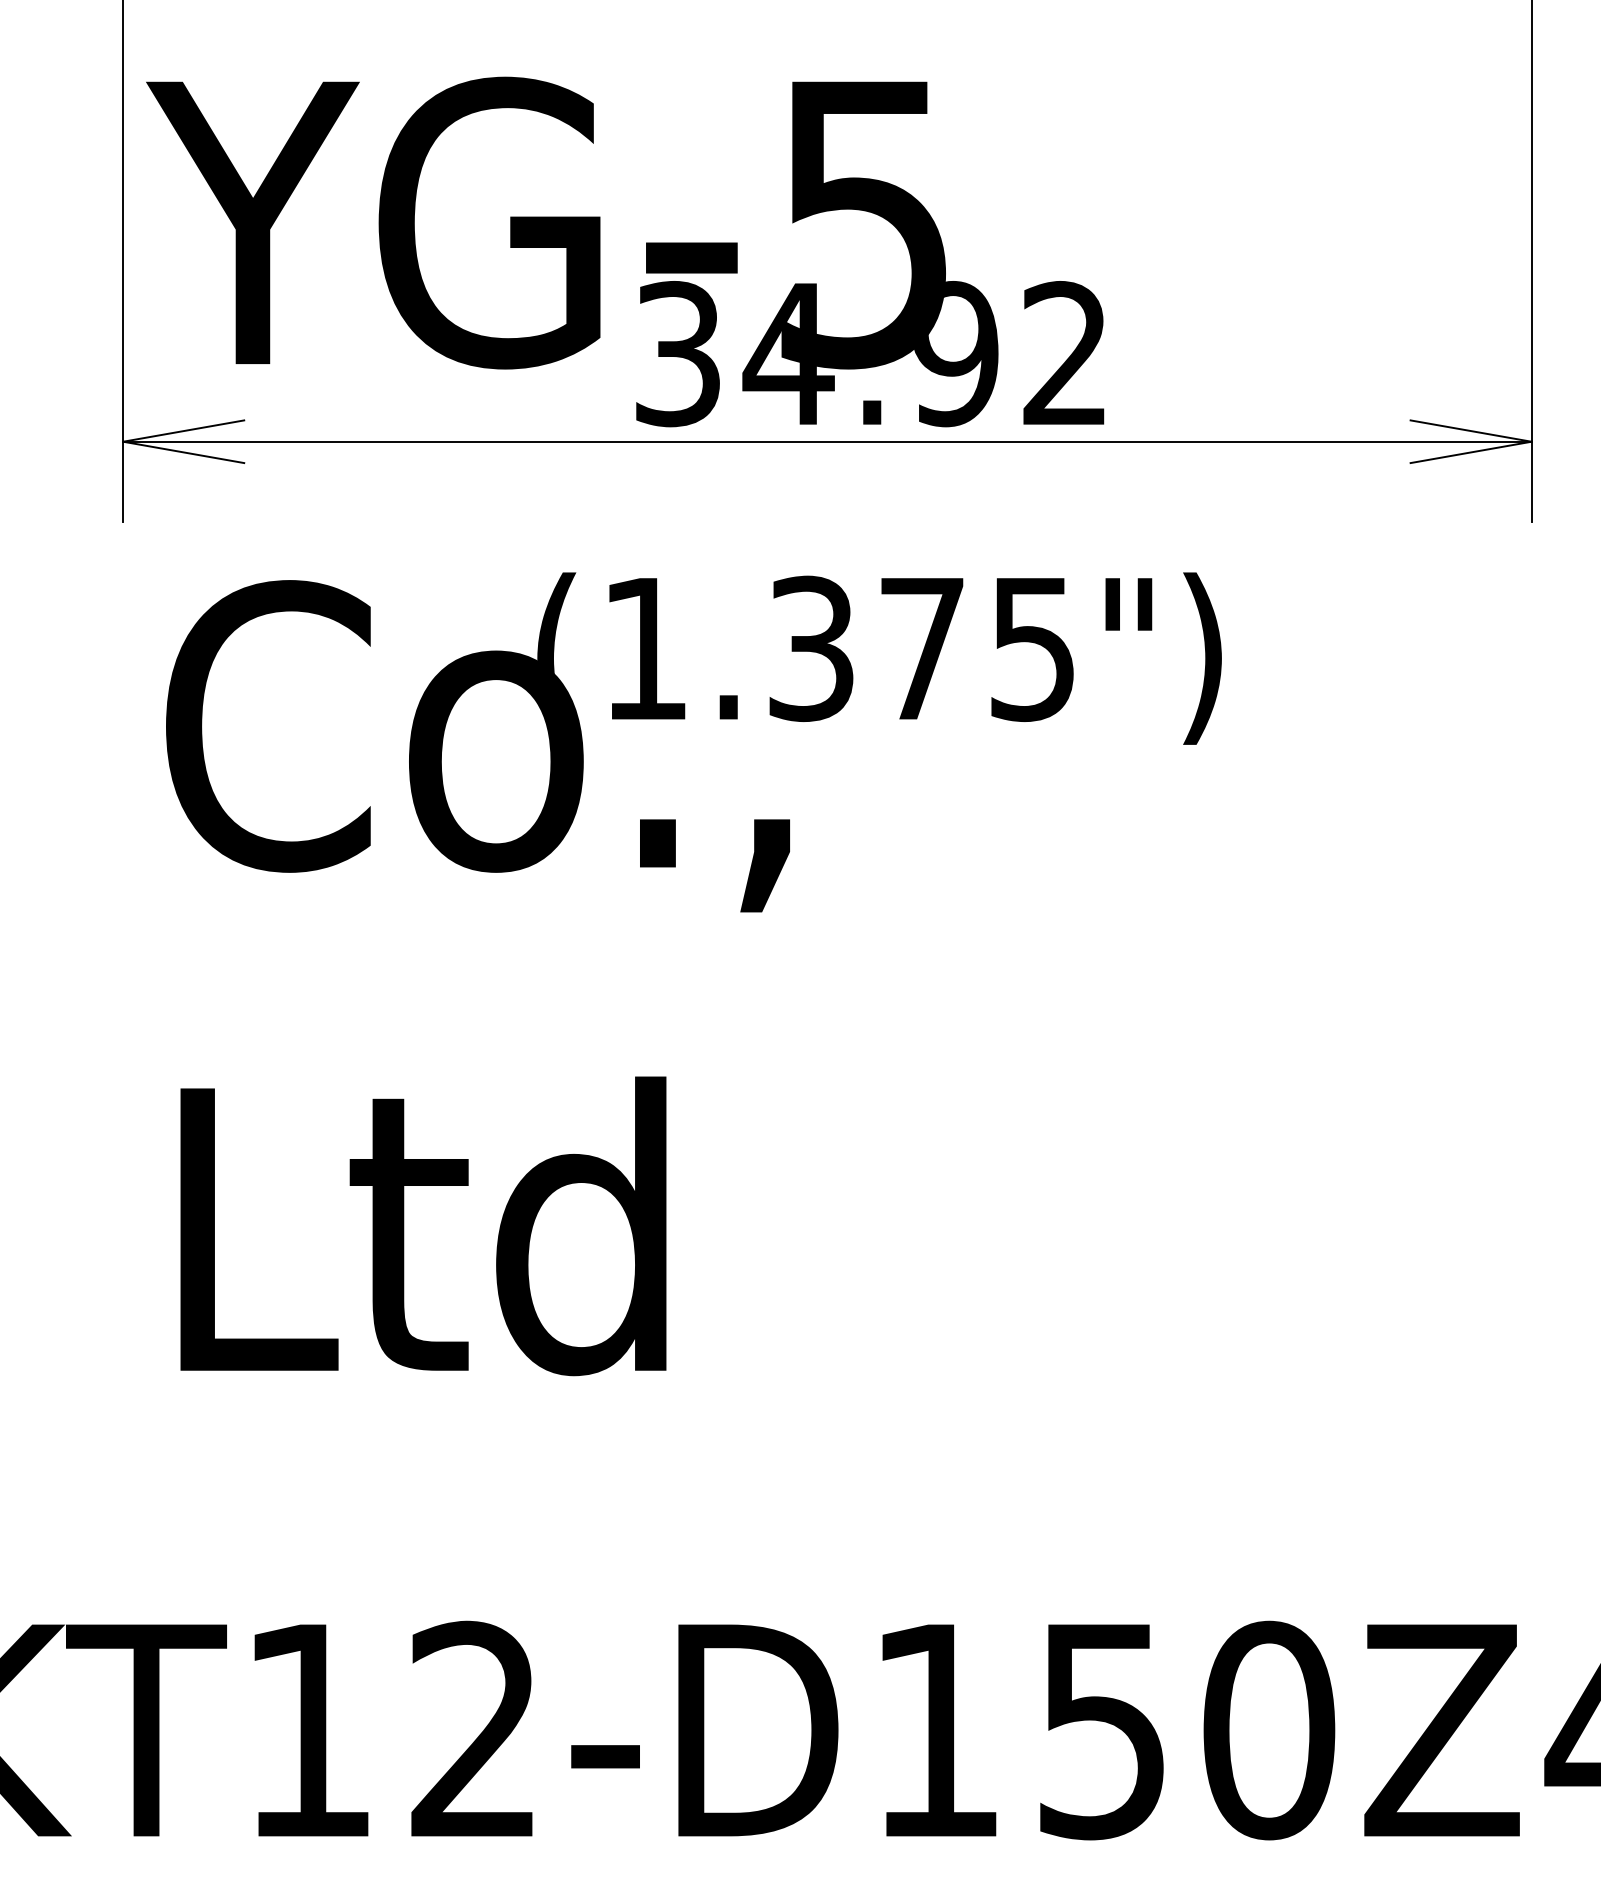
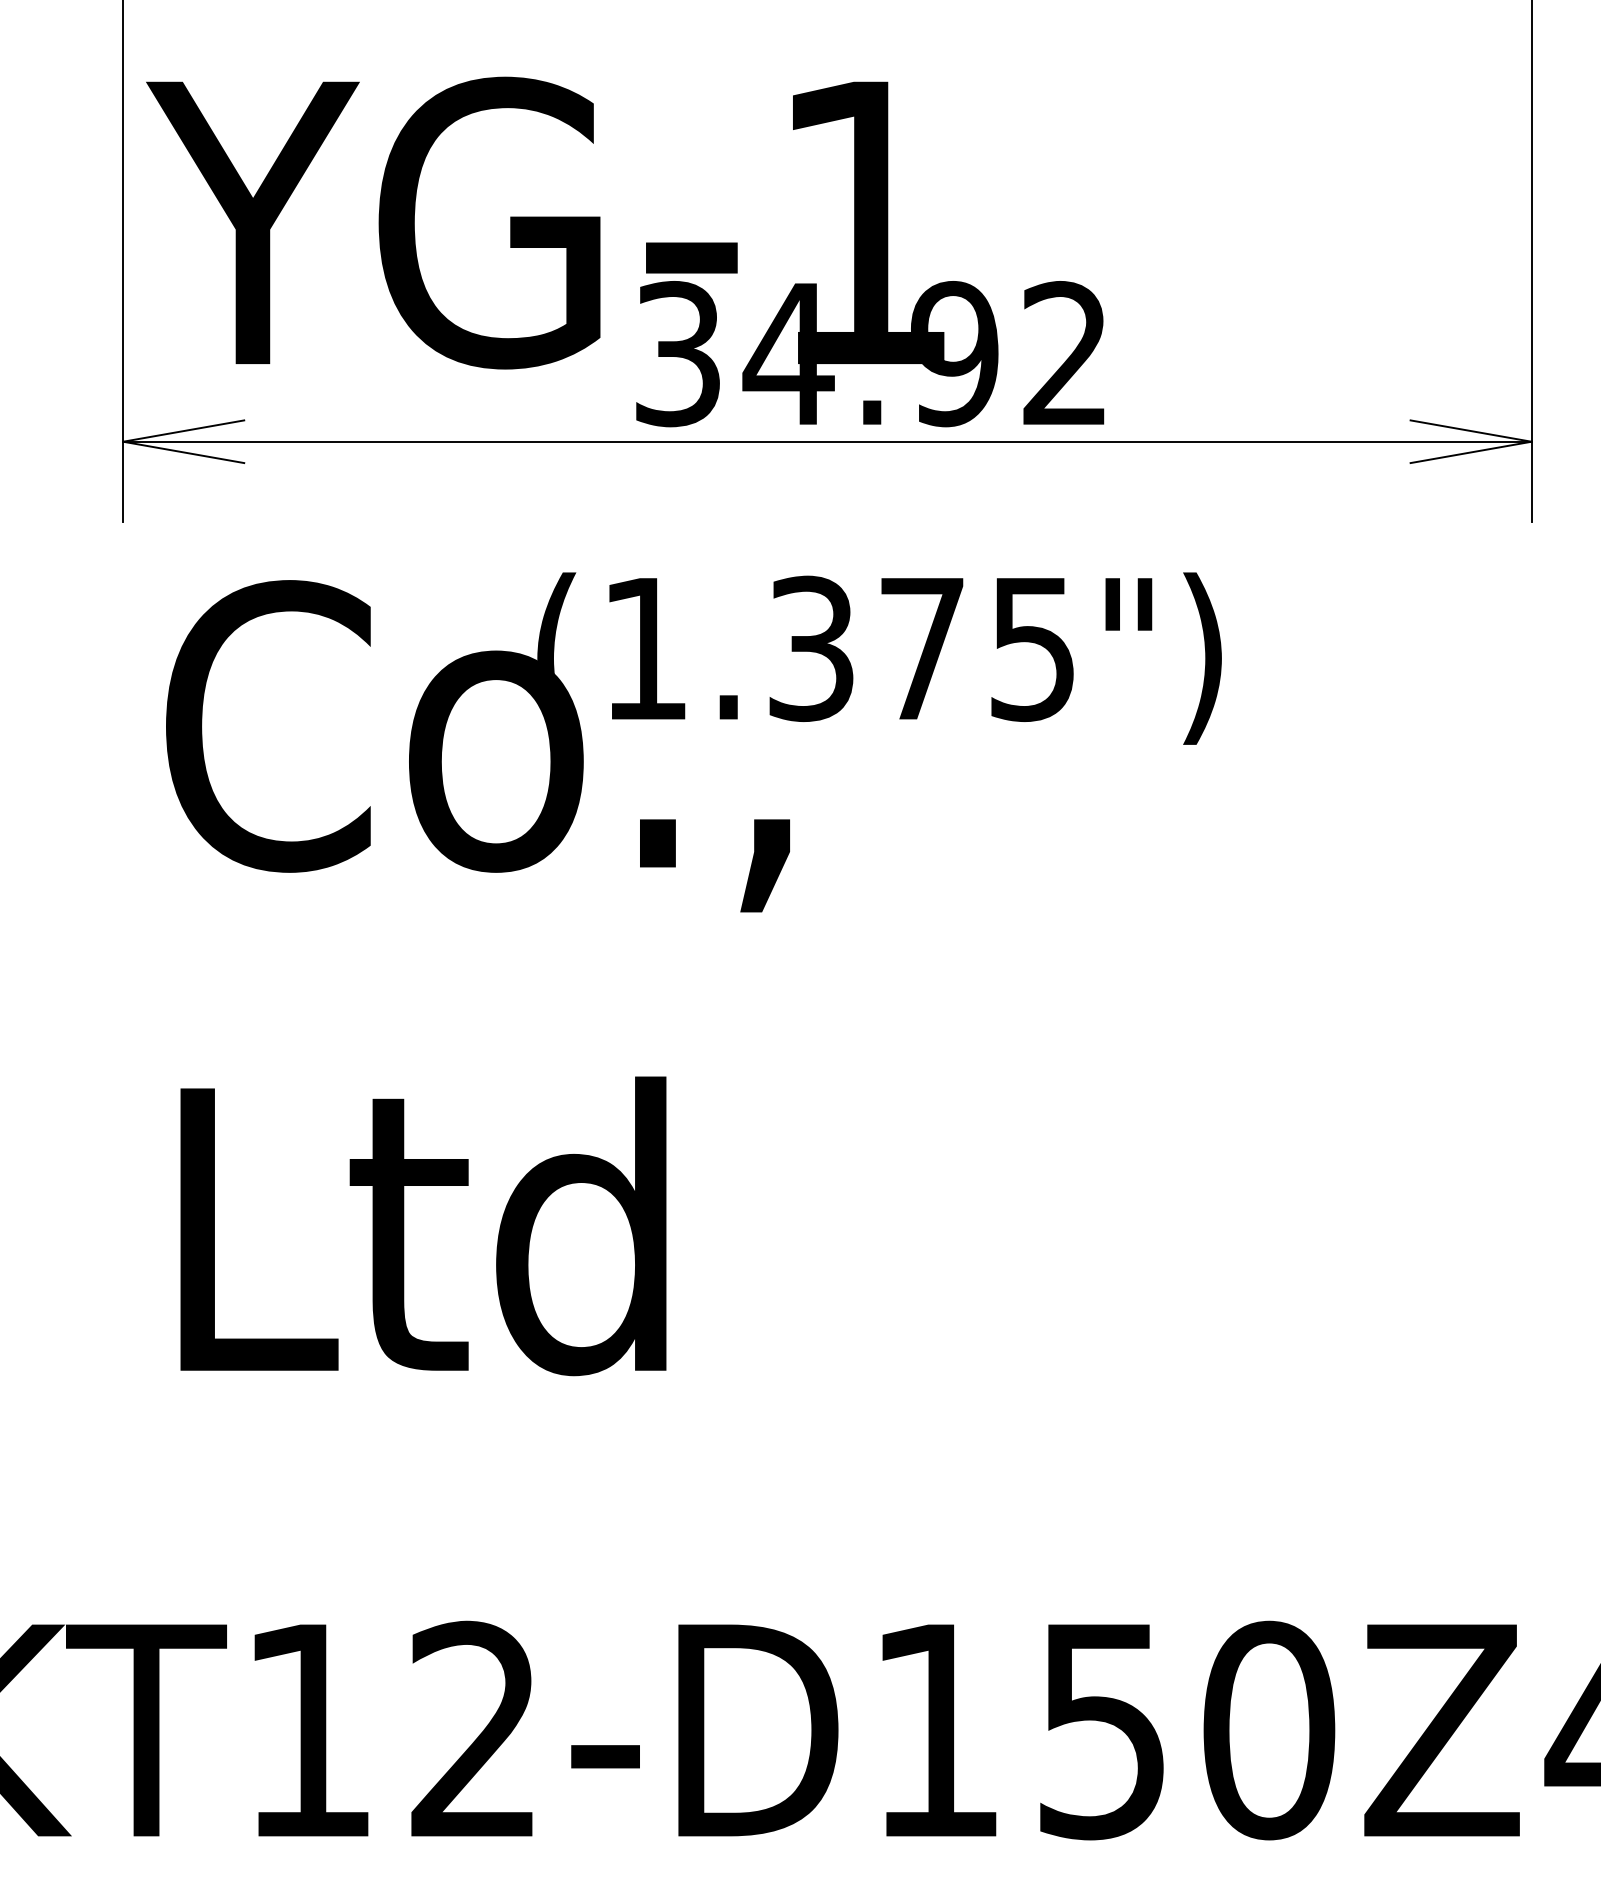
text at (863, 225): YG-5 -> YG-1
